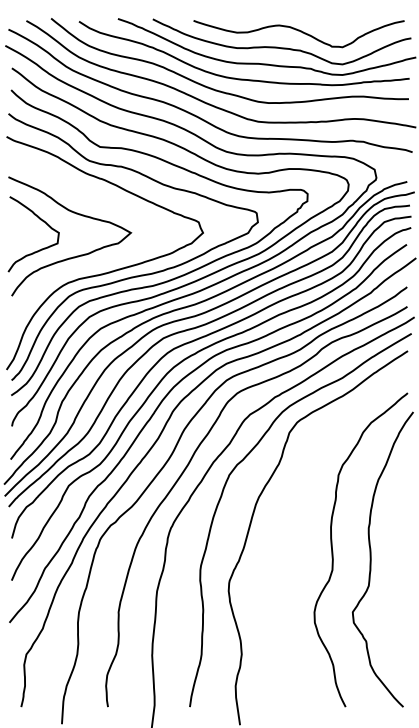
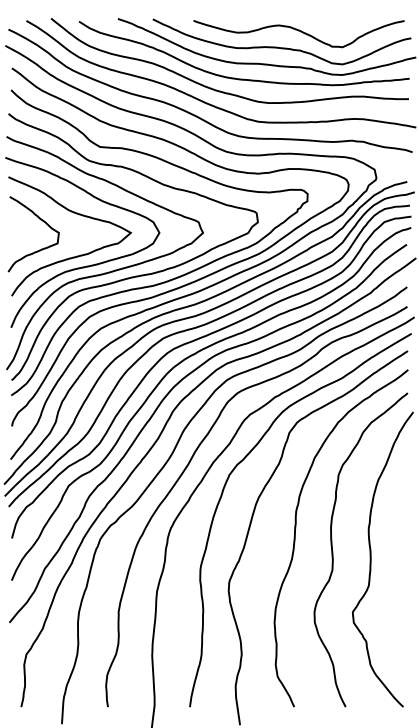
curve at (86, 265): none -> present
curve at (295, 538): none -> present
